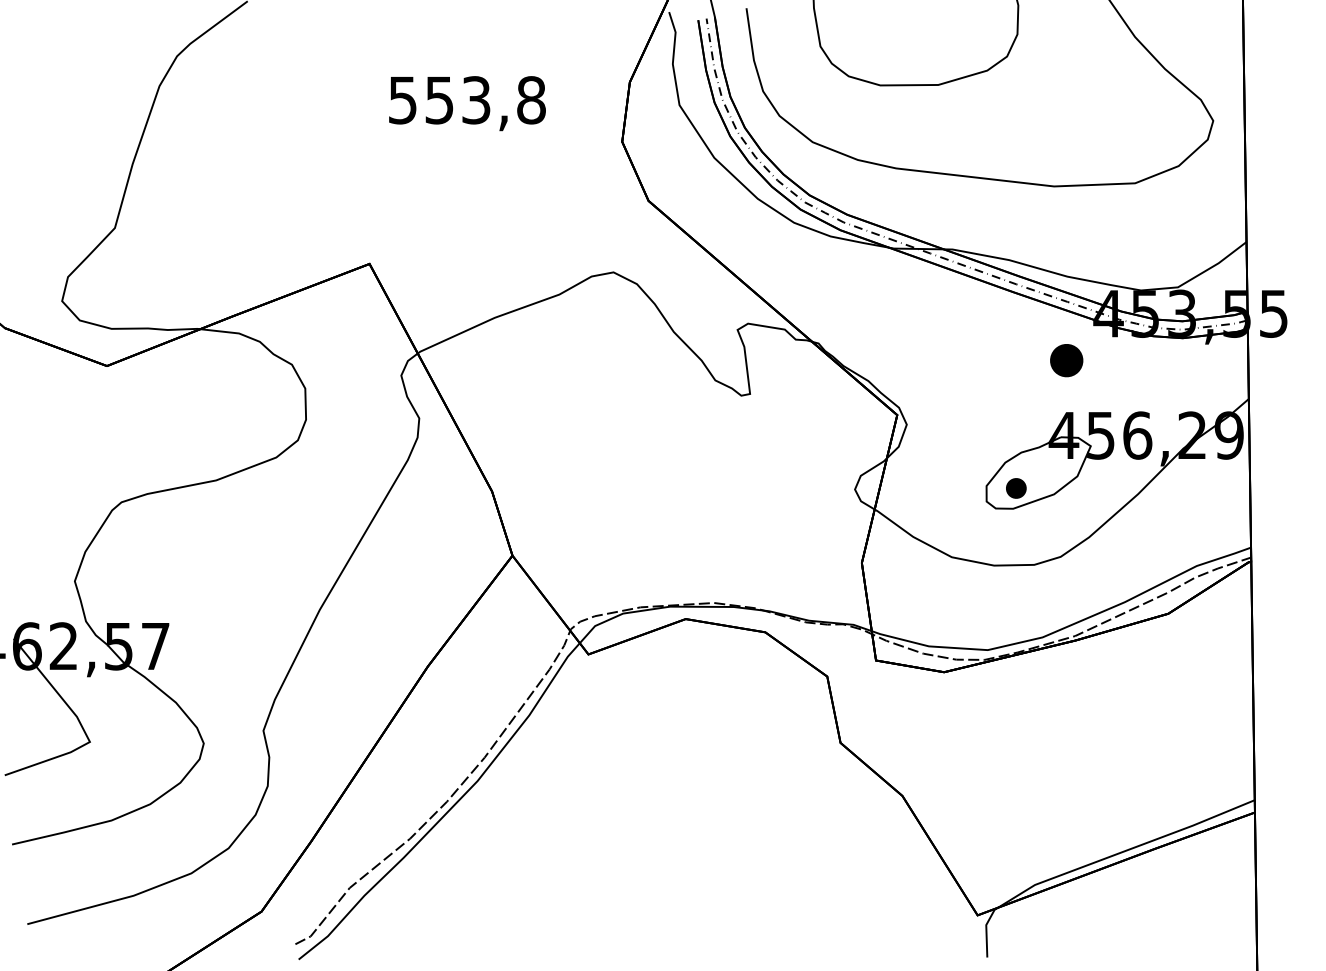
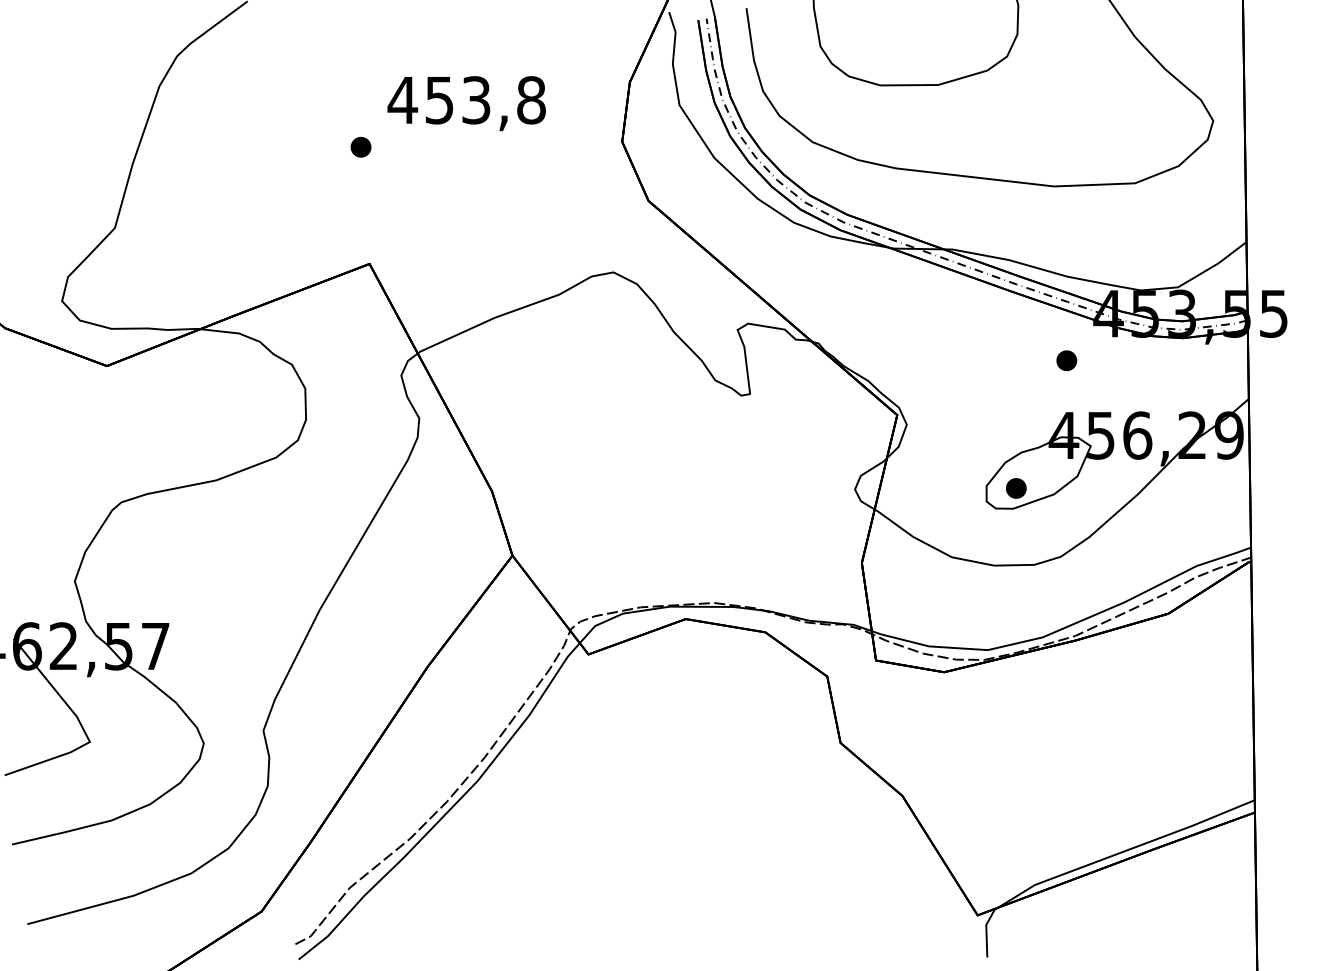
text at (402, 100): 553,8 -> 453,8
part at (360, 147): none -> present
part at (1066, 360) size: 34x34 px -> 22x22 px
